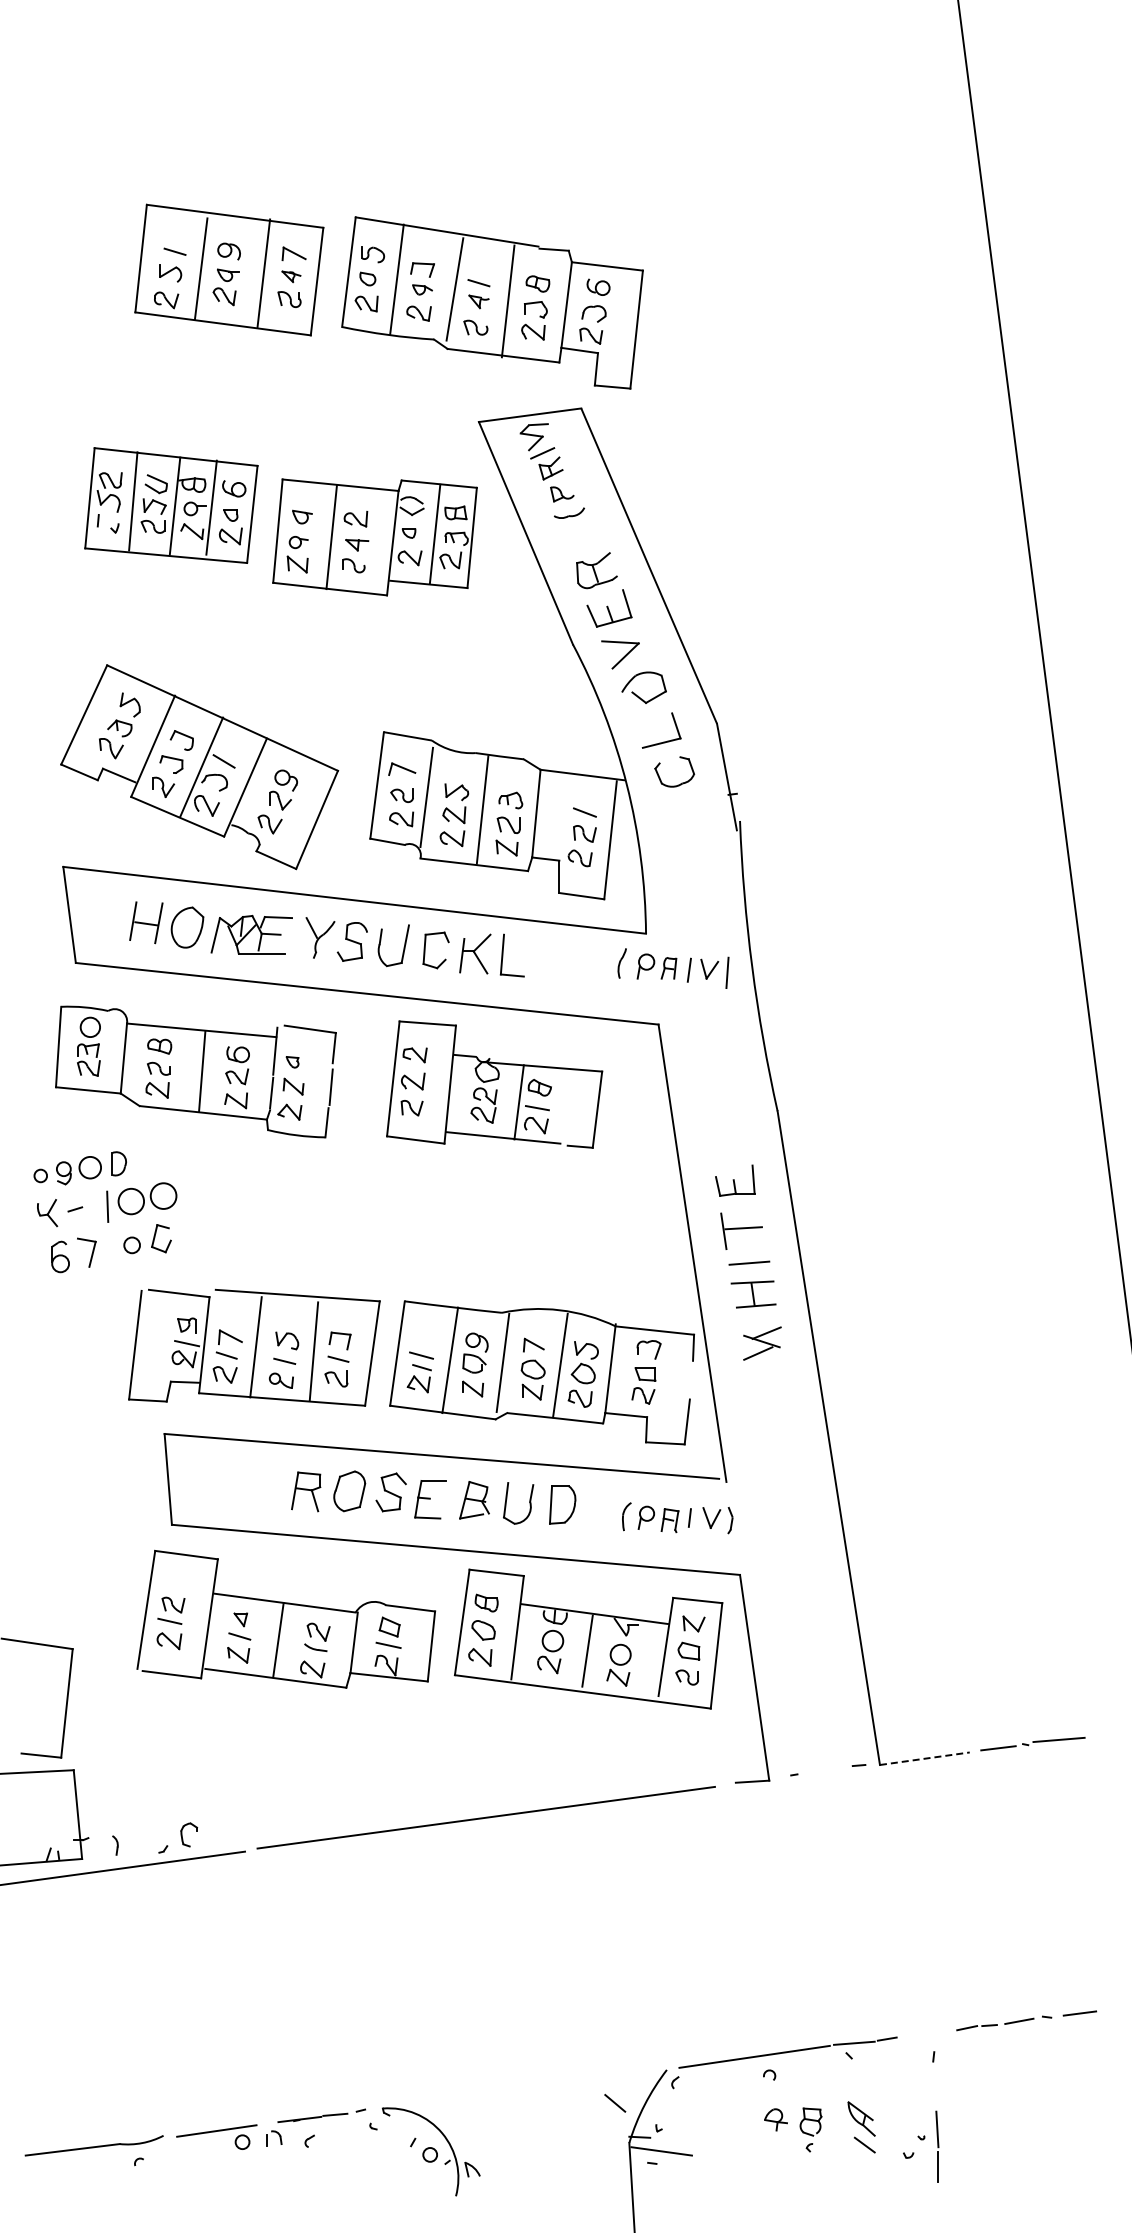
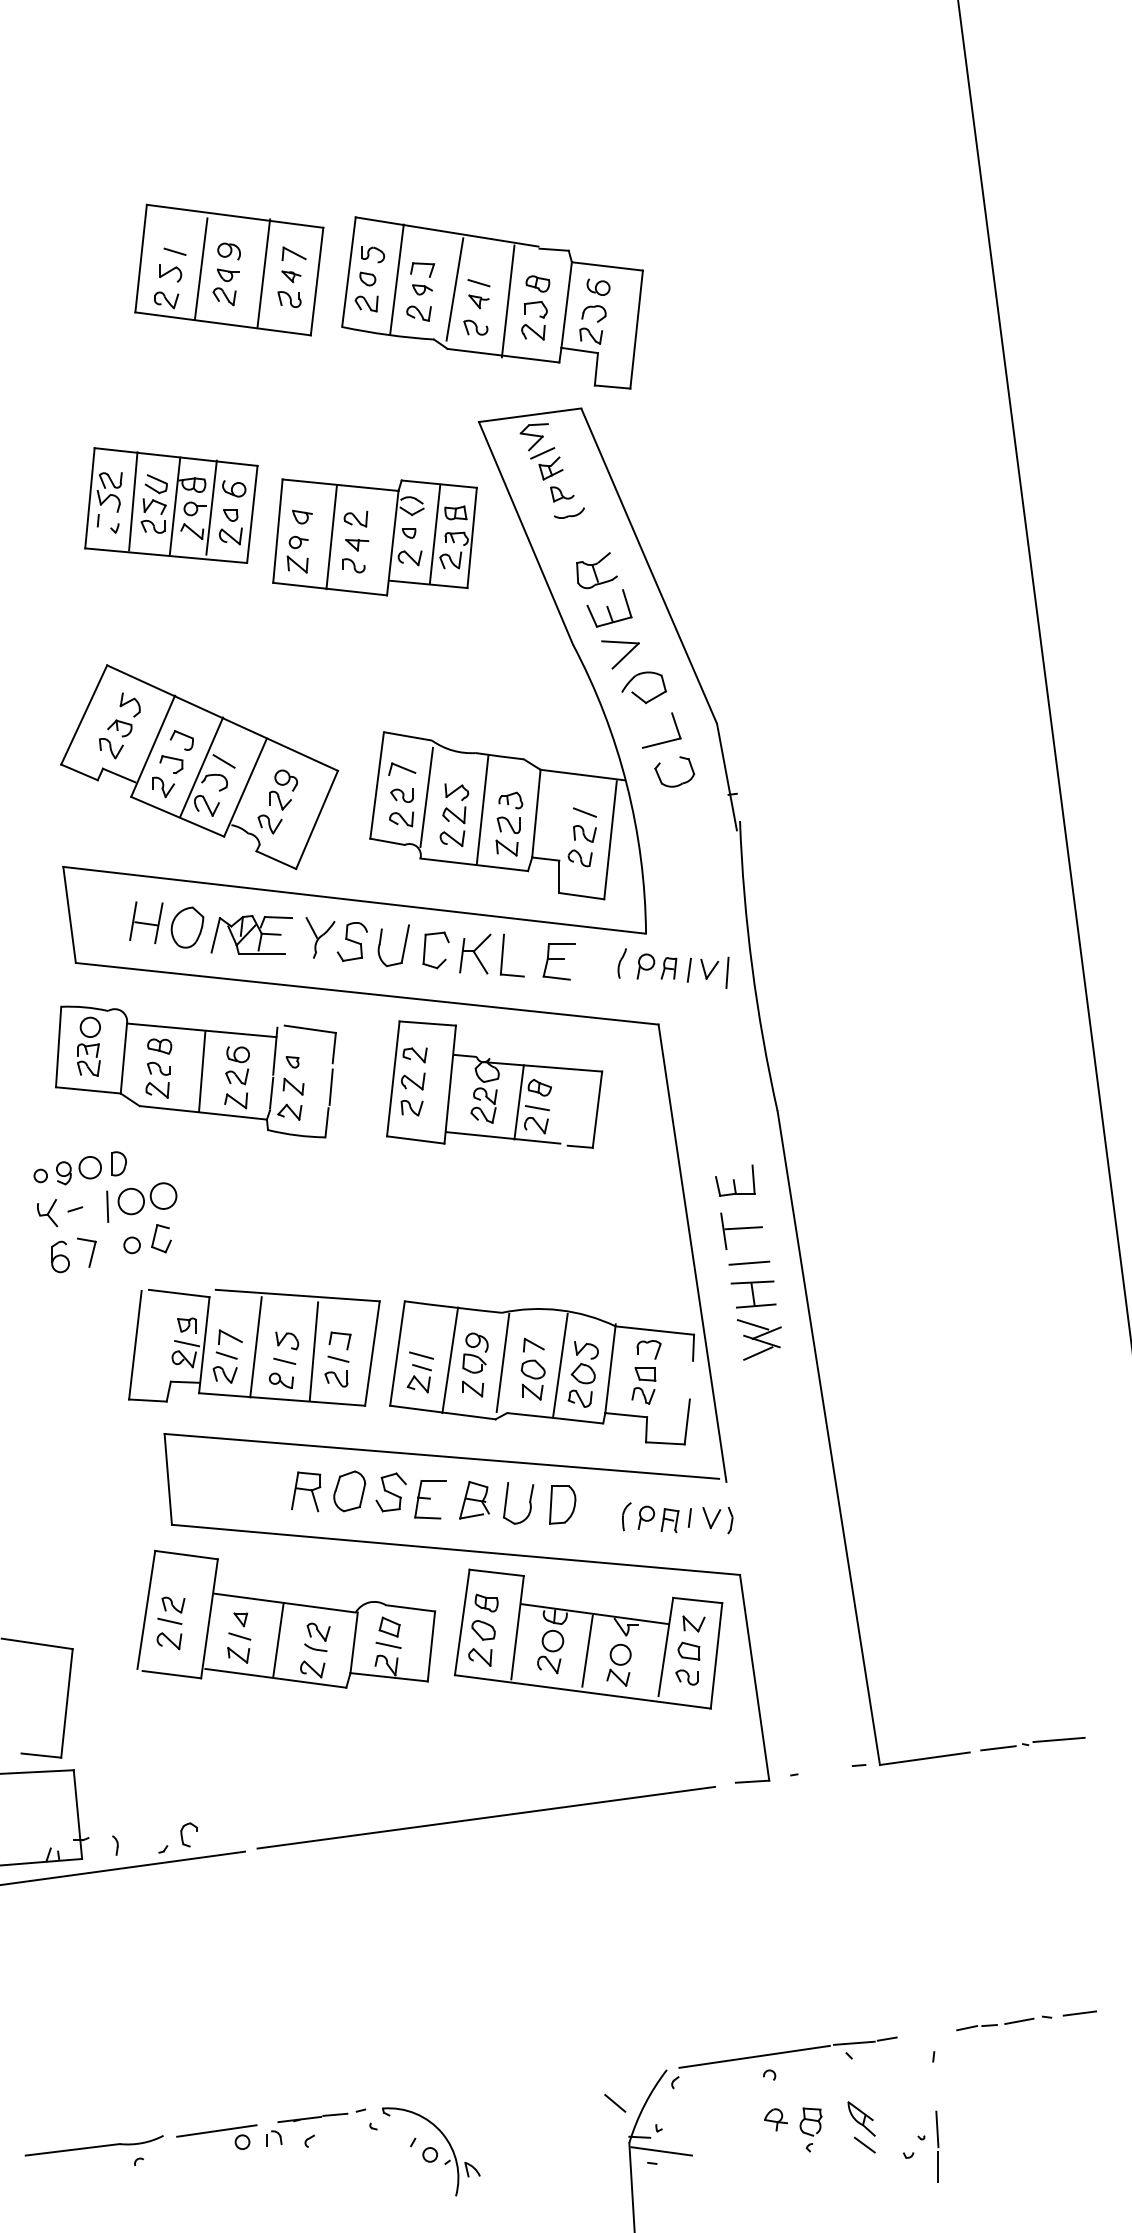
part at (558, 961): none -> present
line at (752, 1324): none -> present
line at (925, 1758): dashed -> solid
